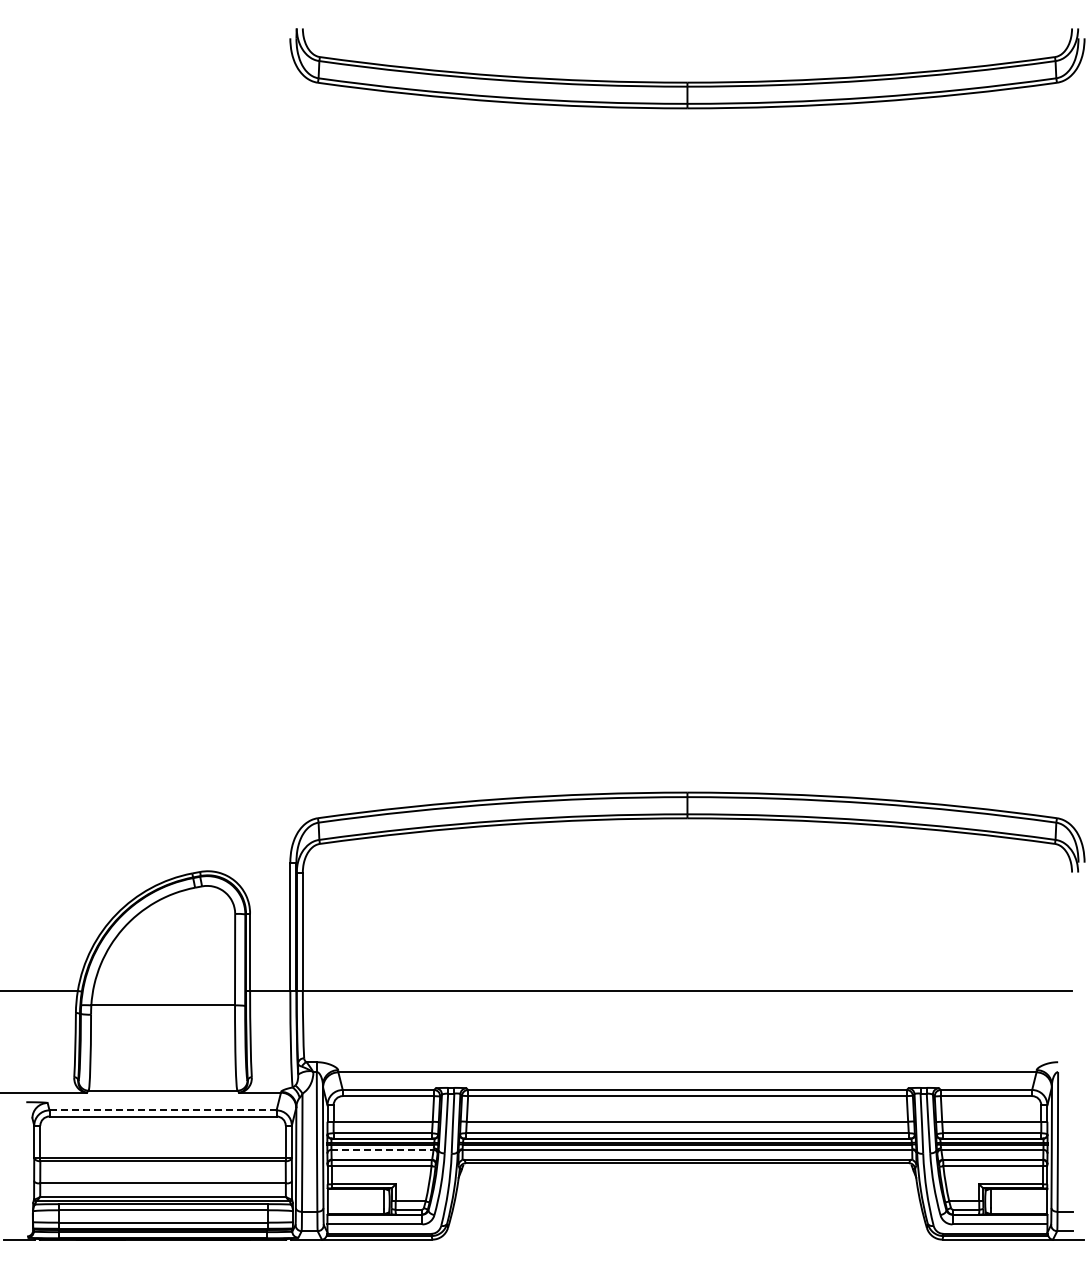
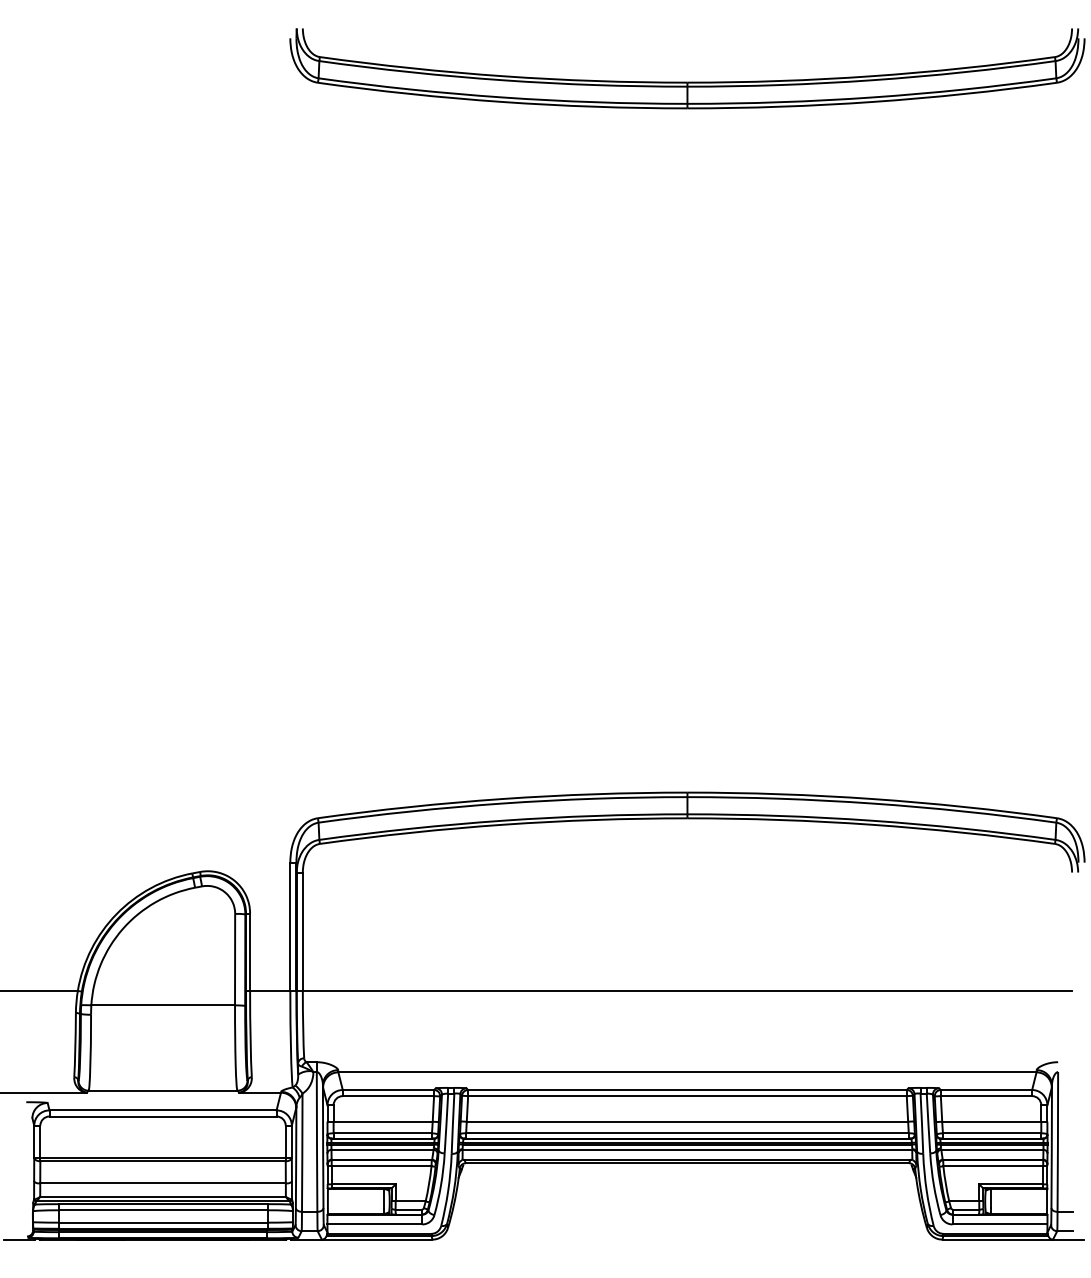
line at (163, 1110): dashed -> solid
line at (383, 1149): dashed -> solid
